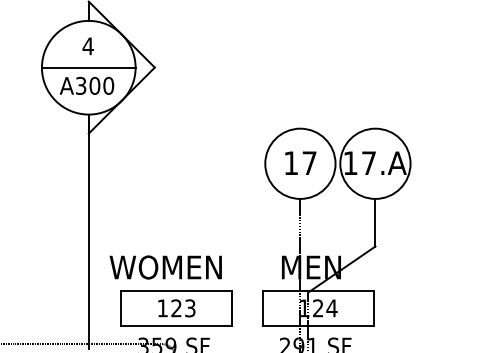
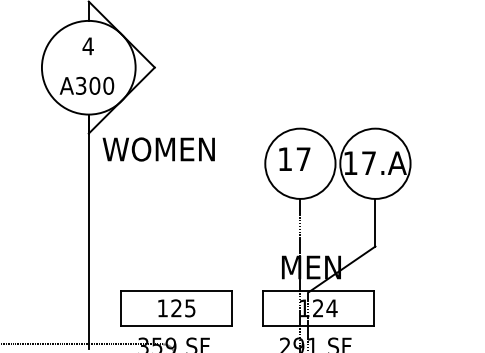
line at (88, 67): present -> none
text at (300, 162) position: (300, 162) -> (294, 158)
text at (165, 267) position: (165, 267) -> (158, 149)
text at (190, 307): 123 -> 125
